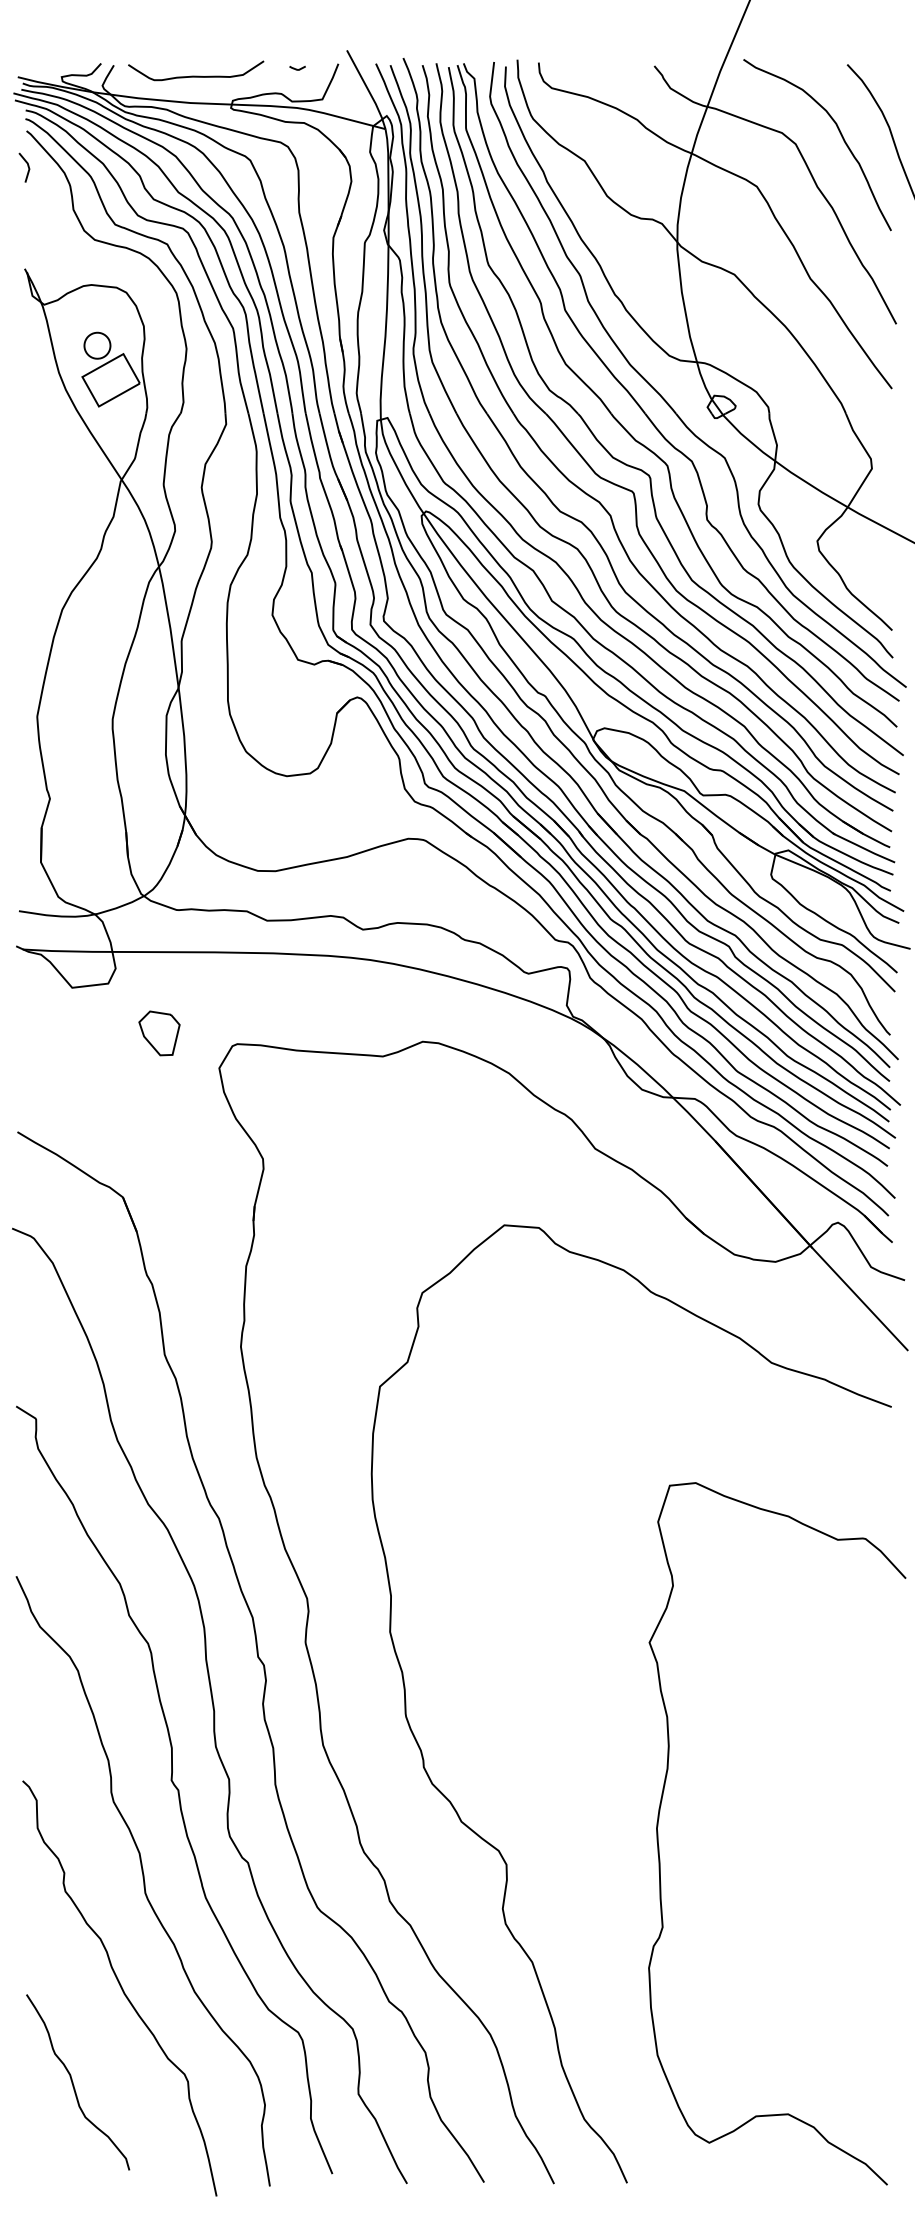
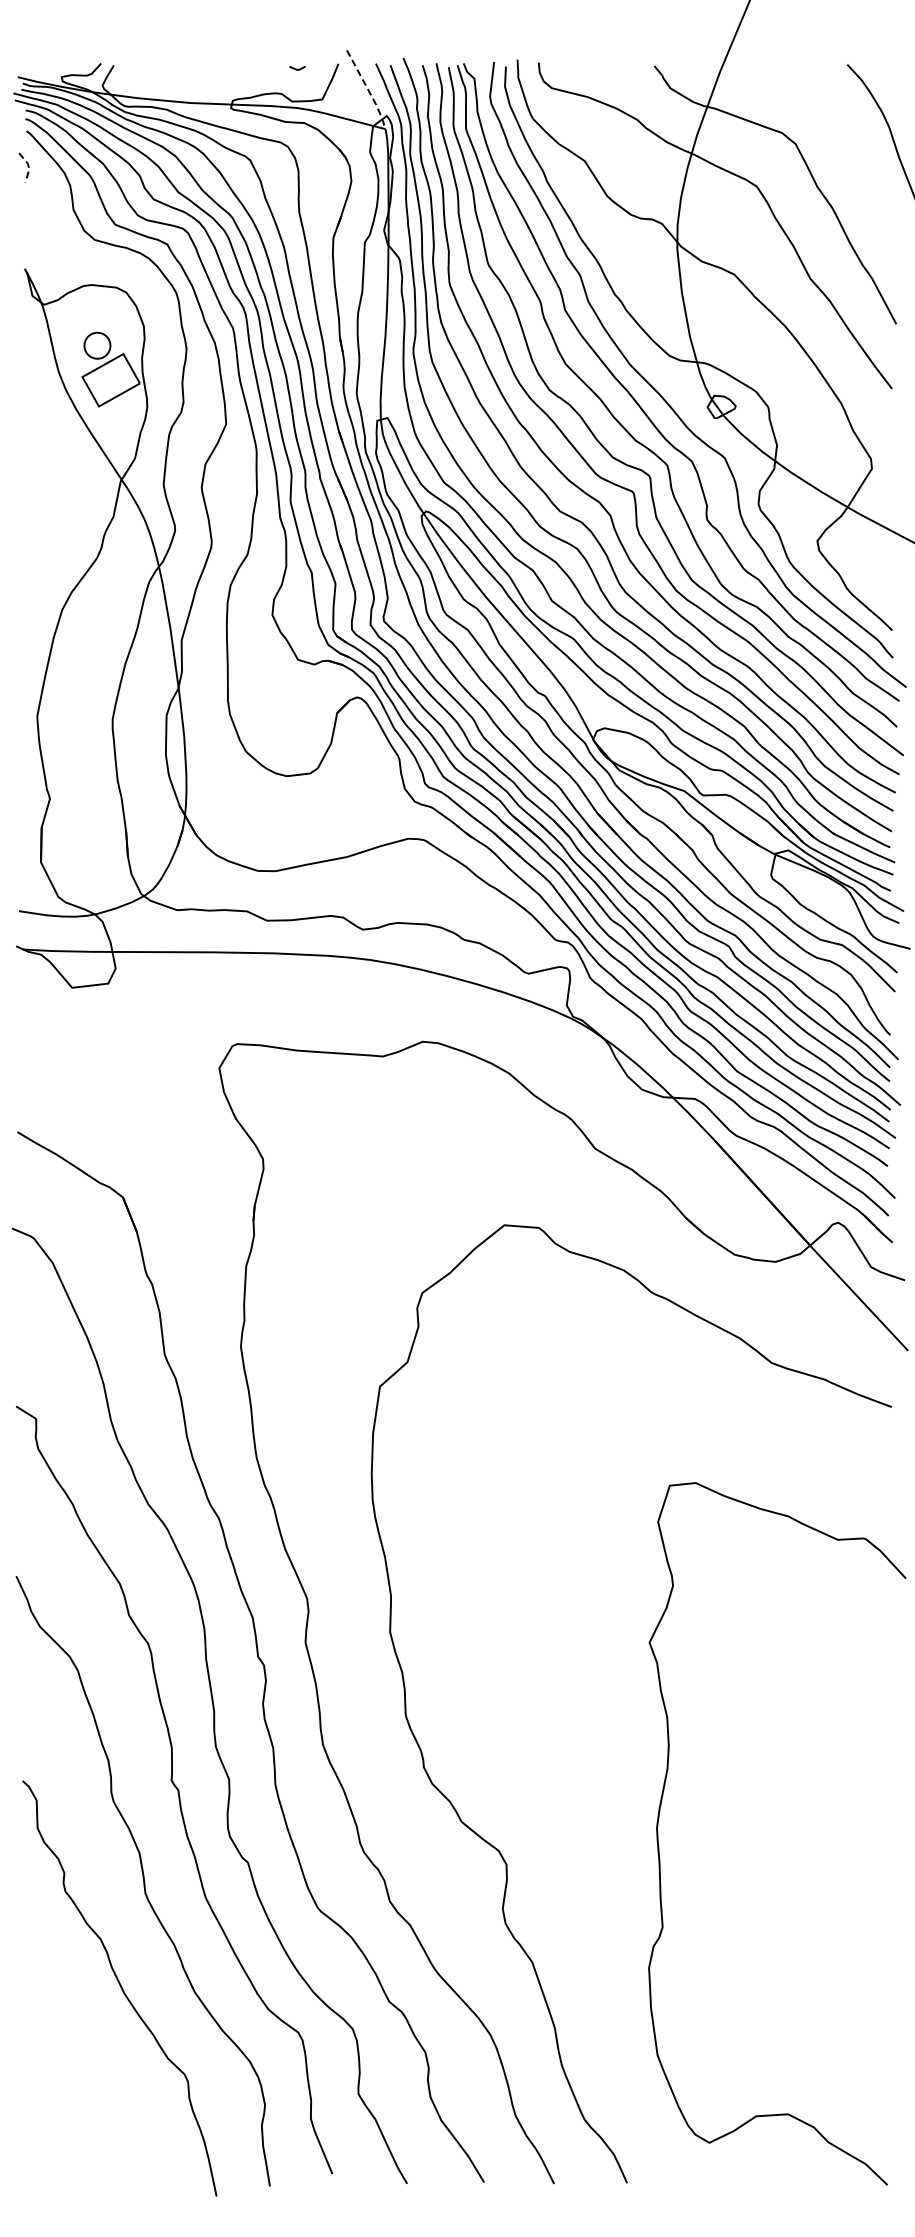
curve at (196, 75): present -> none
line at (368, 90): solid -> dashed
curve at (839, 133): present -> none
line at (28, 167): solid -> dashed
part at (159, 1033): present -> none
curve at (73, 2082): present -> none
